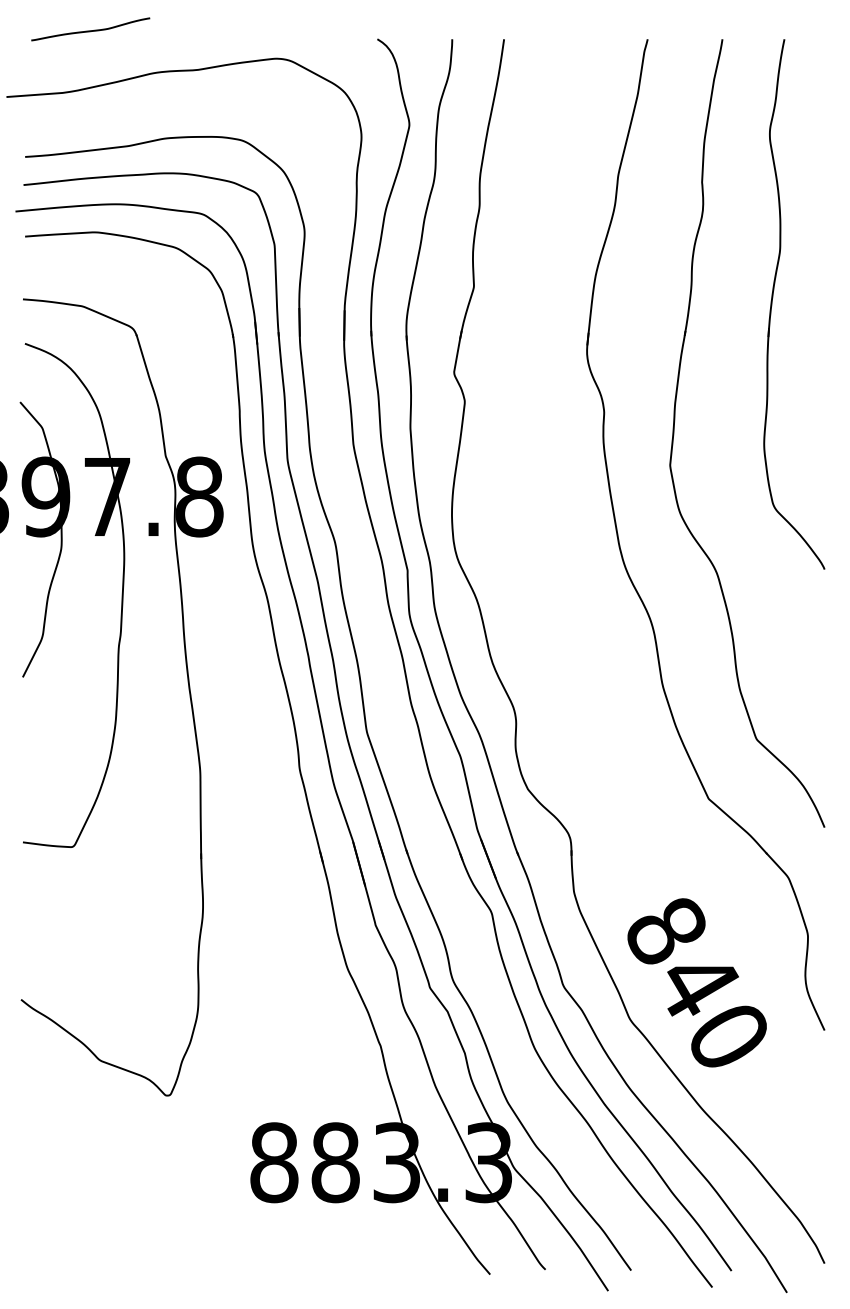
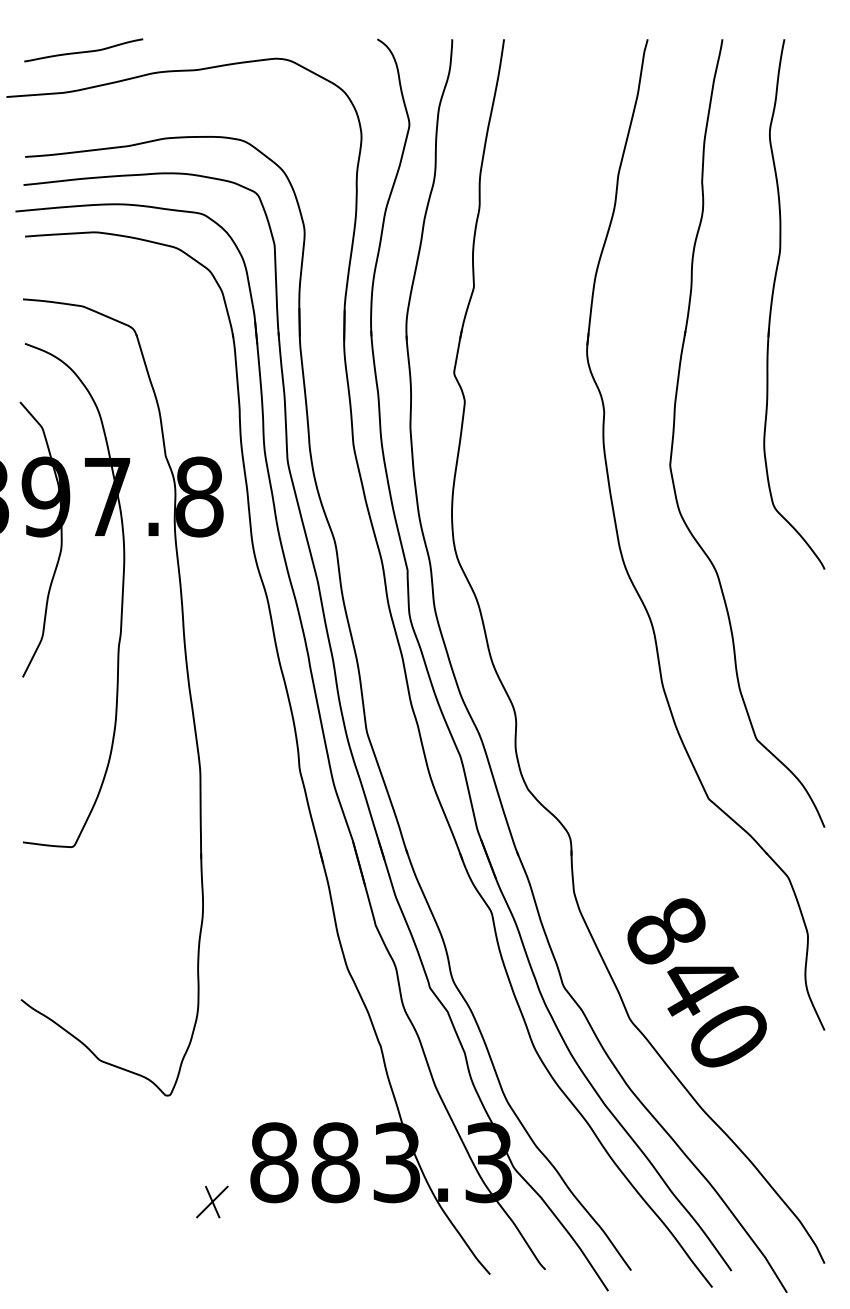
curve at (90, 30) position: (90, 30) -> (83, 51)
part at (212, 1201): none -> present
